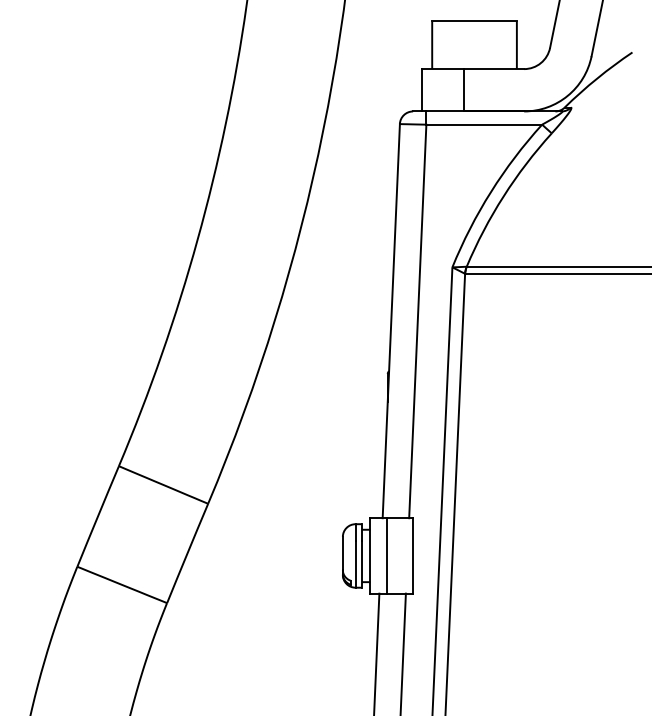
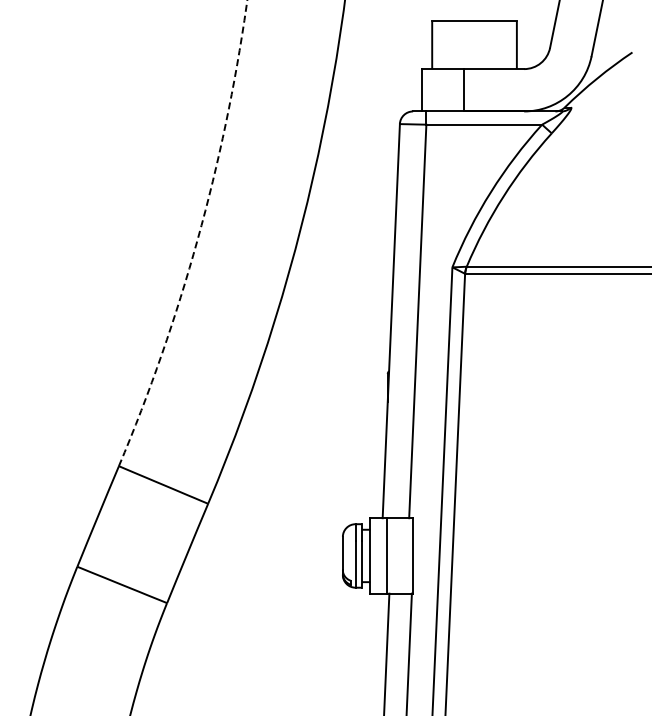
arc at (198, 237): solid -> dashed
line at (376, 652) position: (376, 652) -> (386, 652)
line at (402, 652) position: (402, 652) -> (408, 652)
